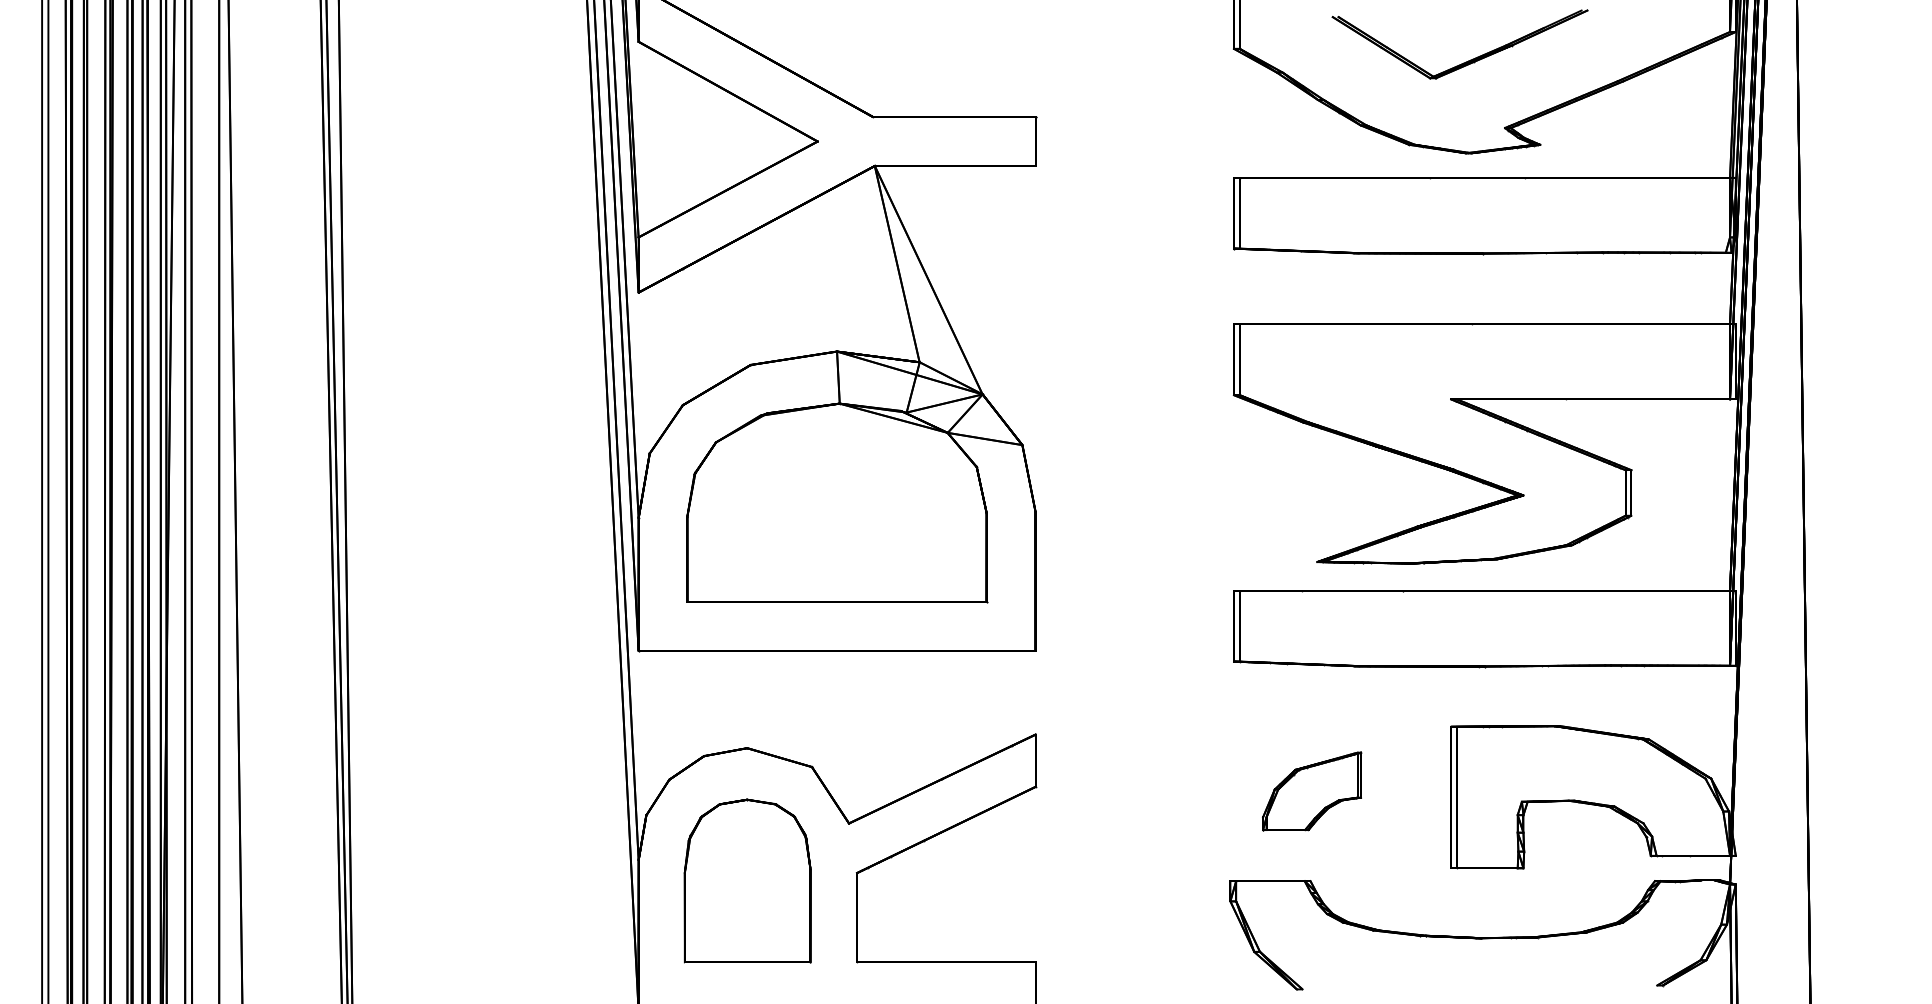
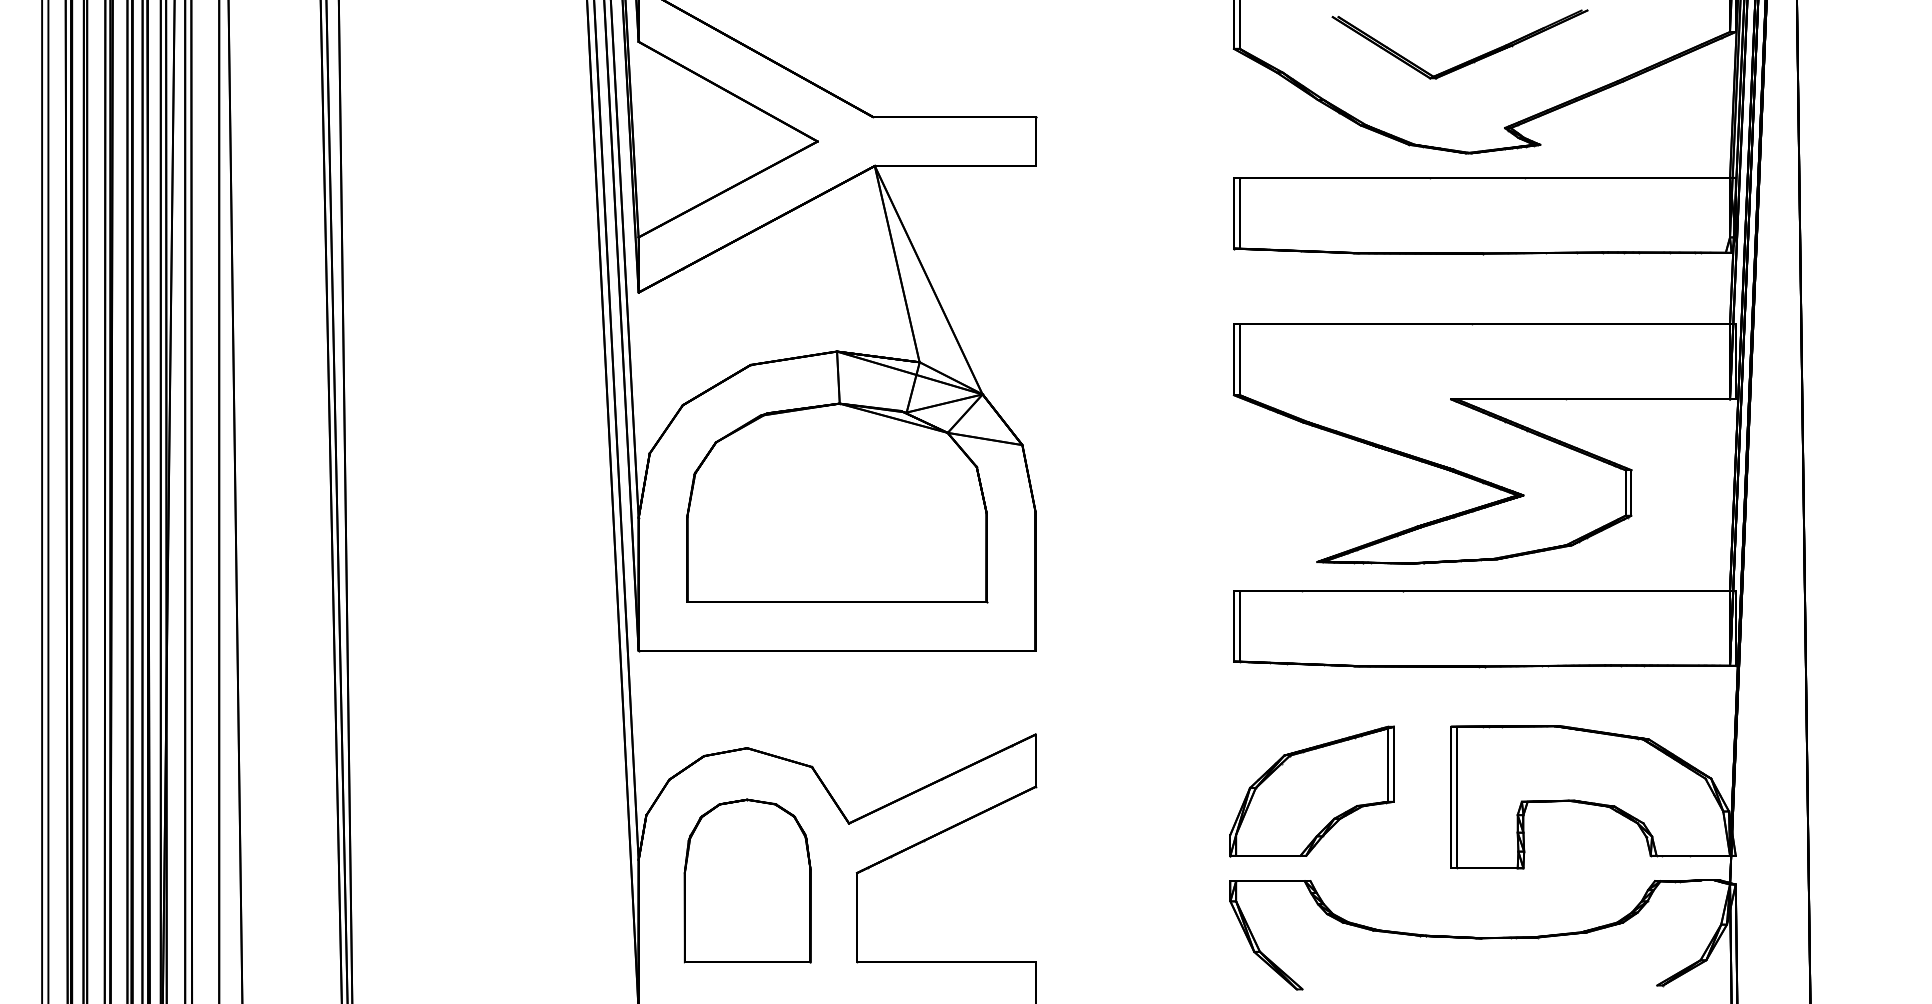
part at (1312, 791) size: 101x81 px -> 166x133 px
